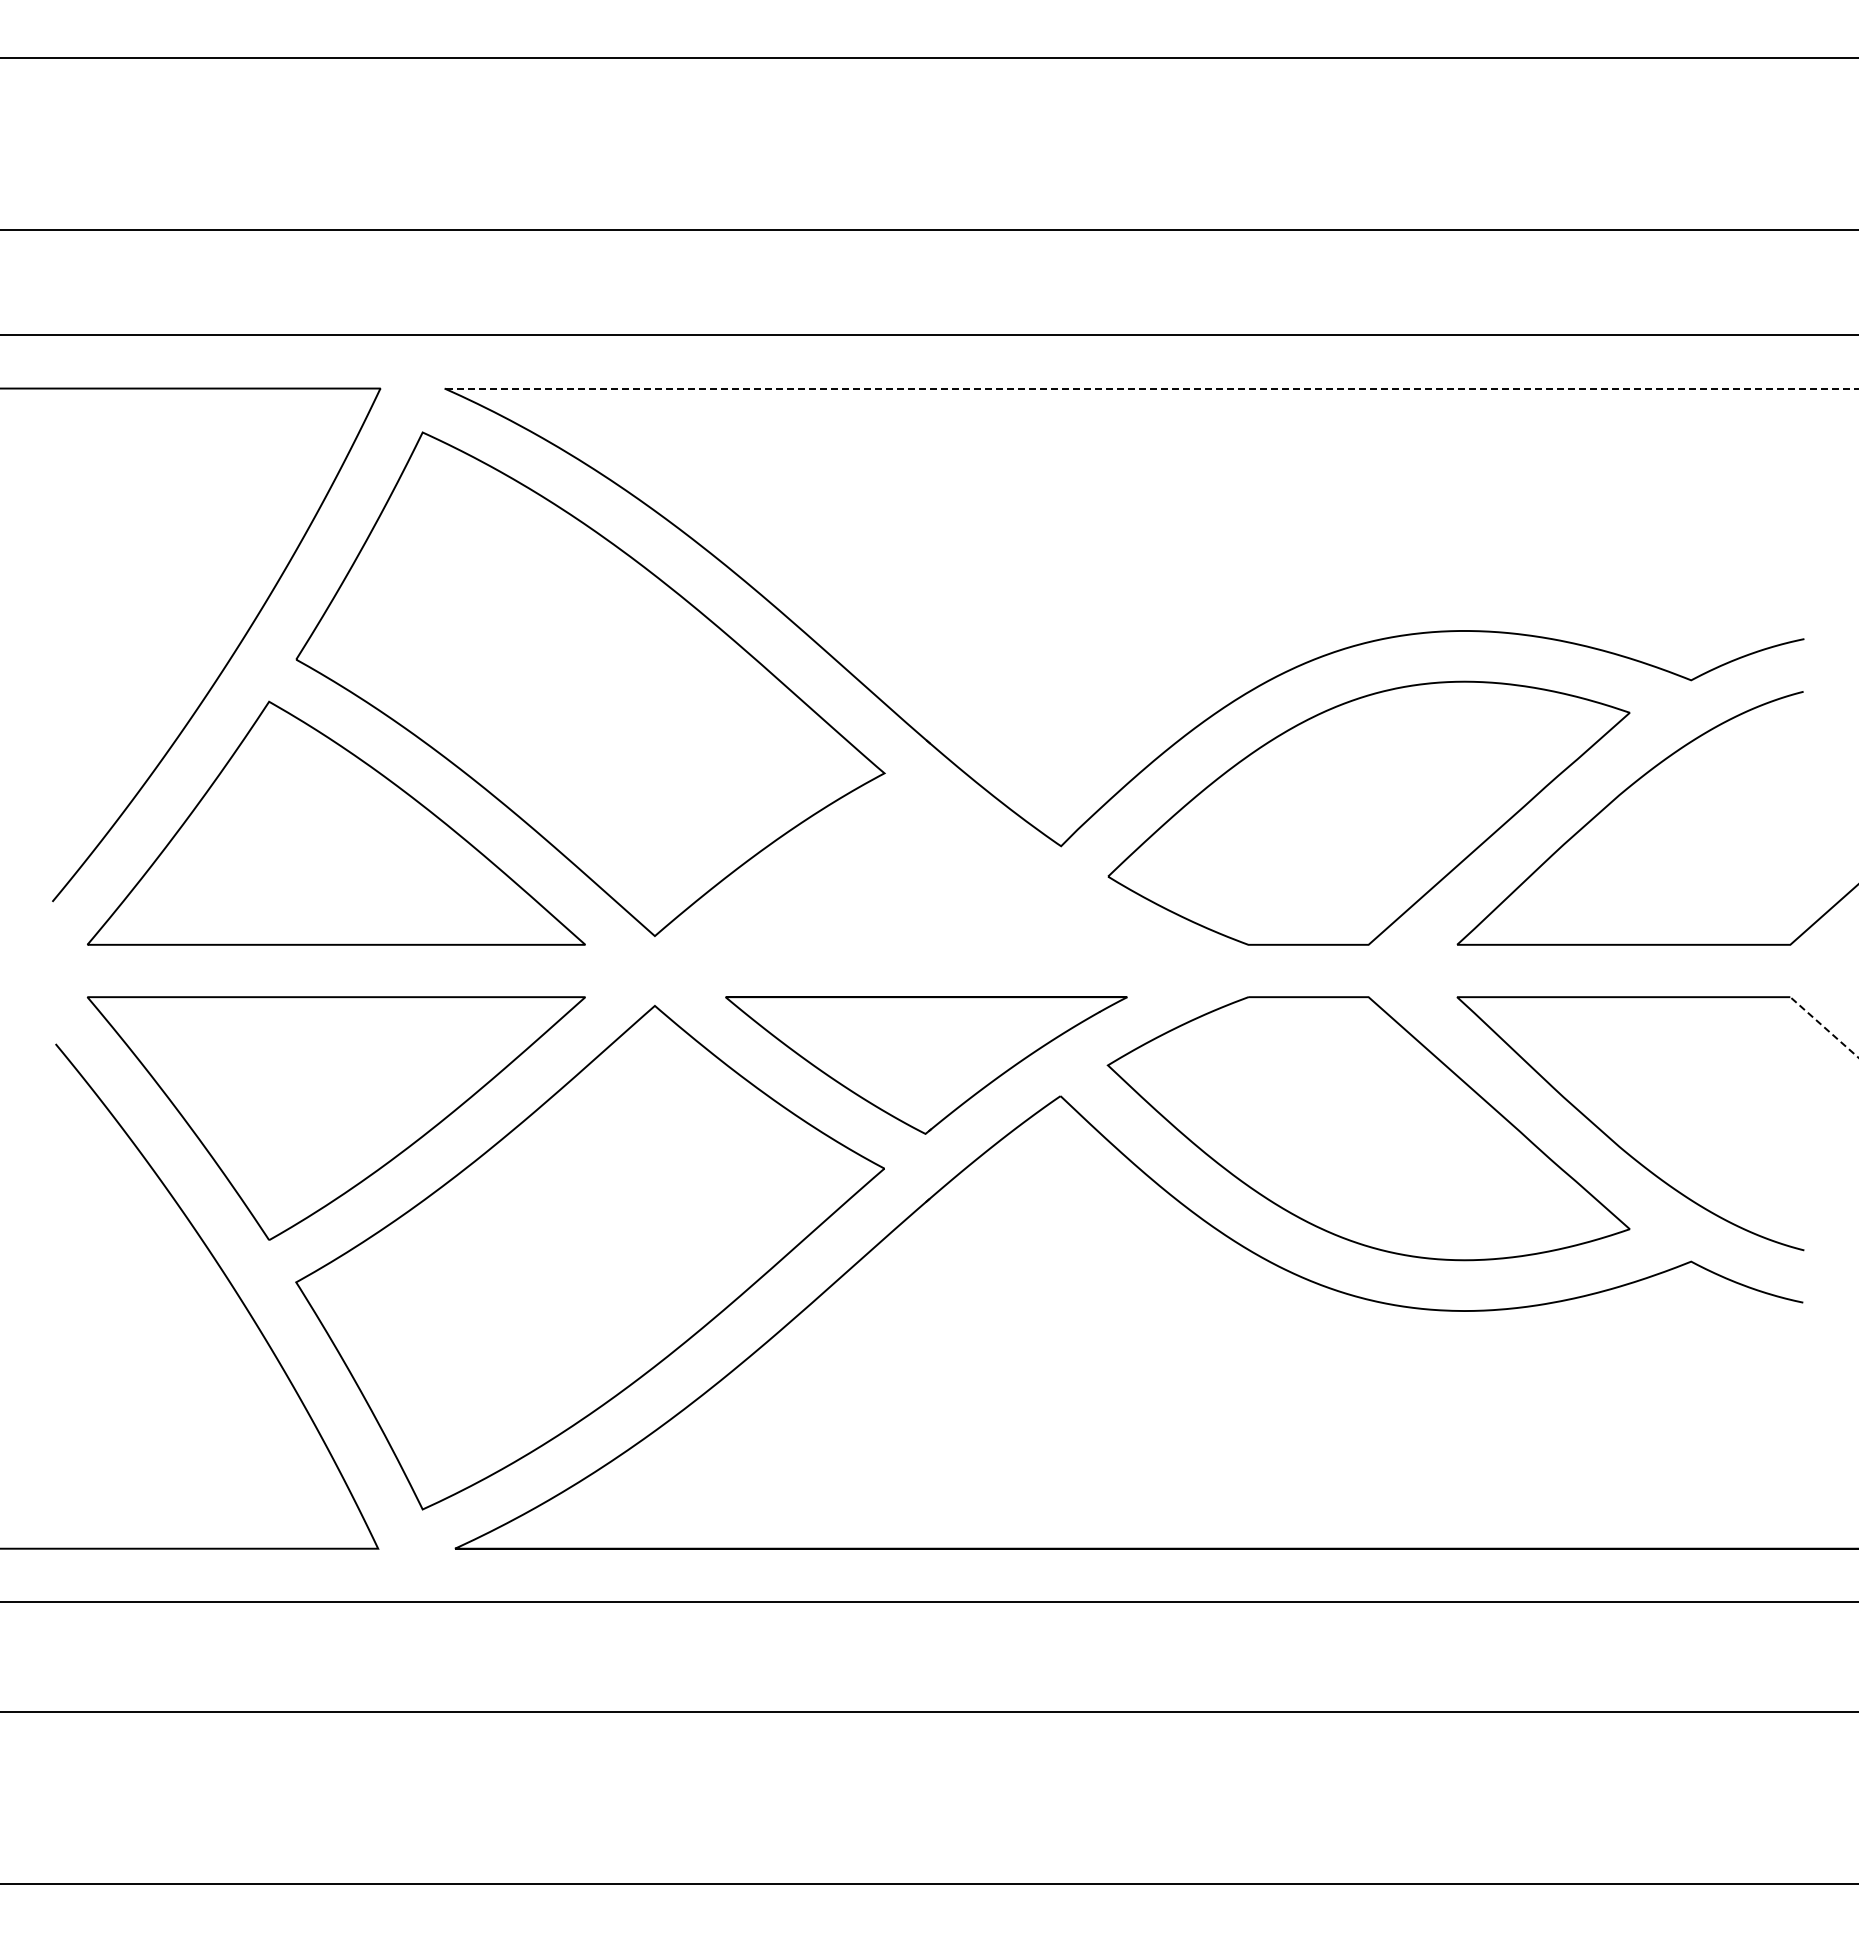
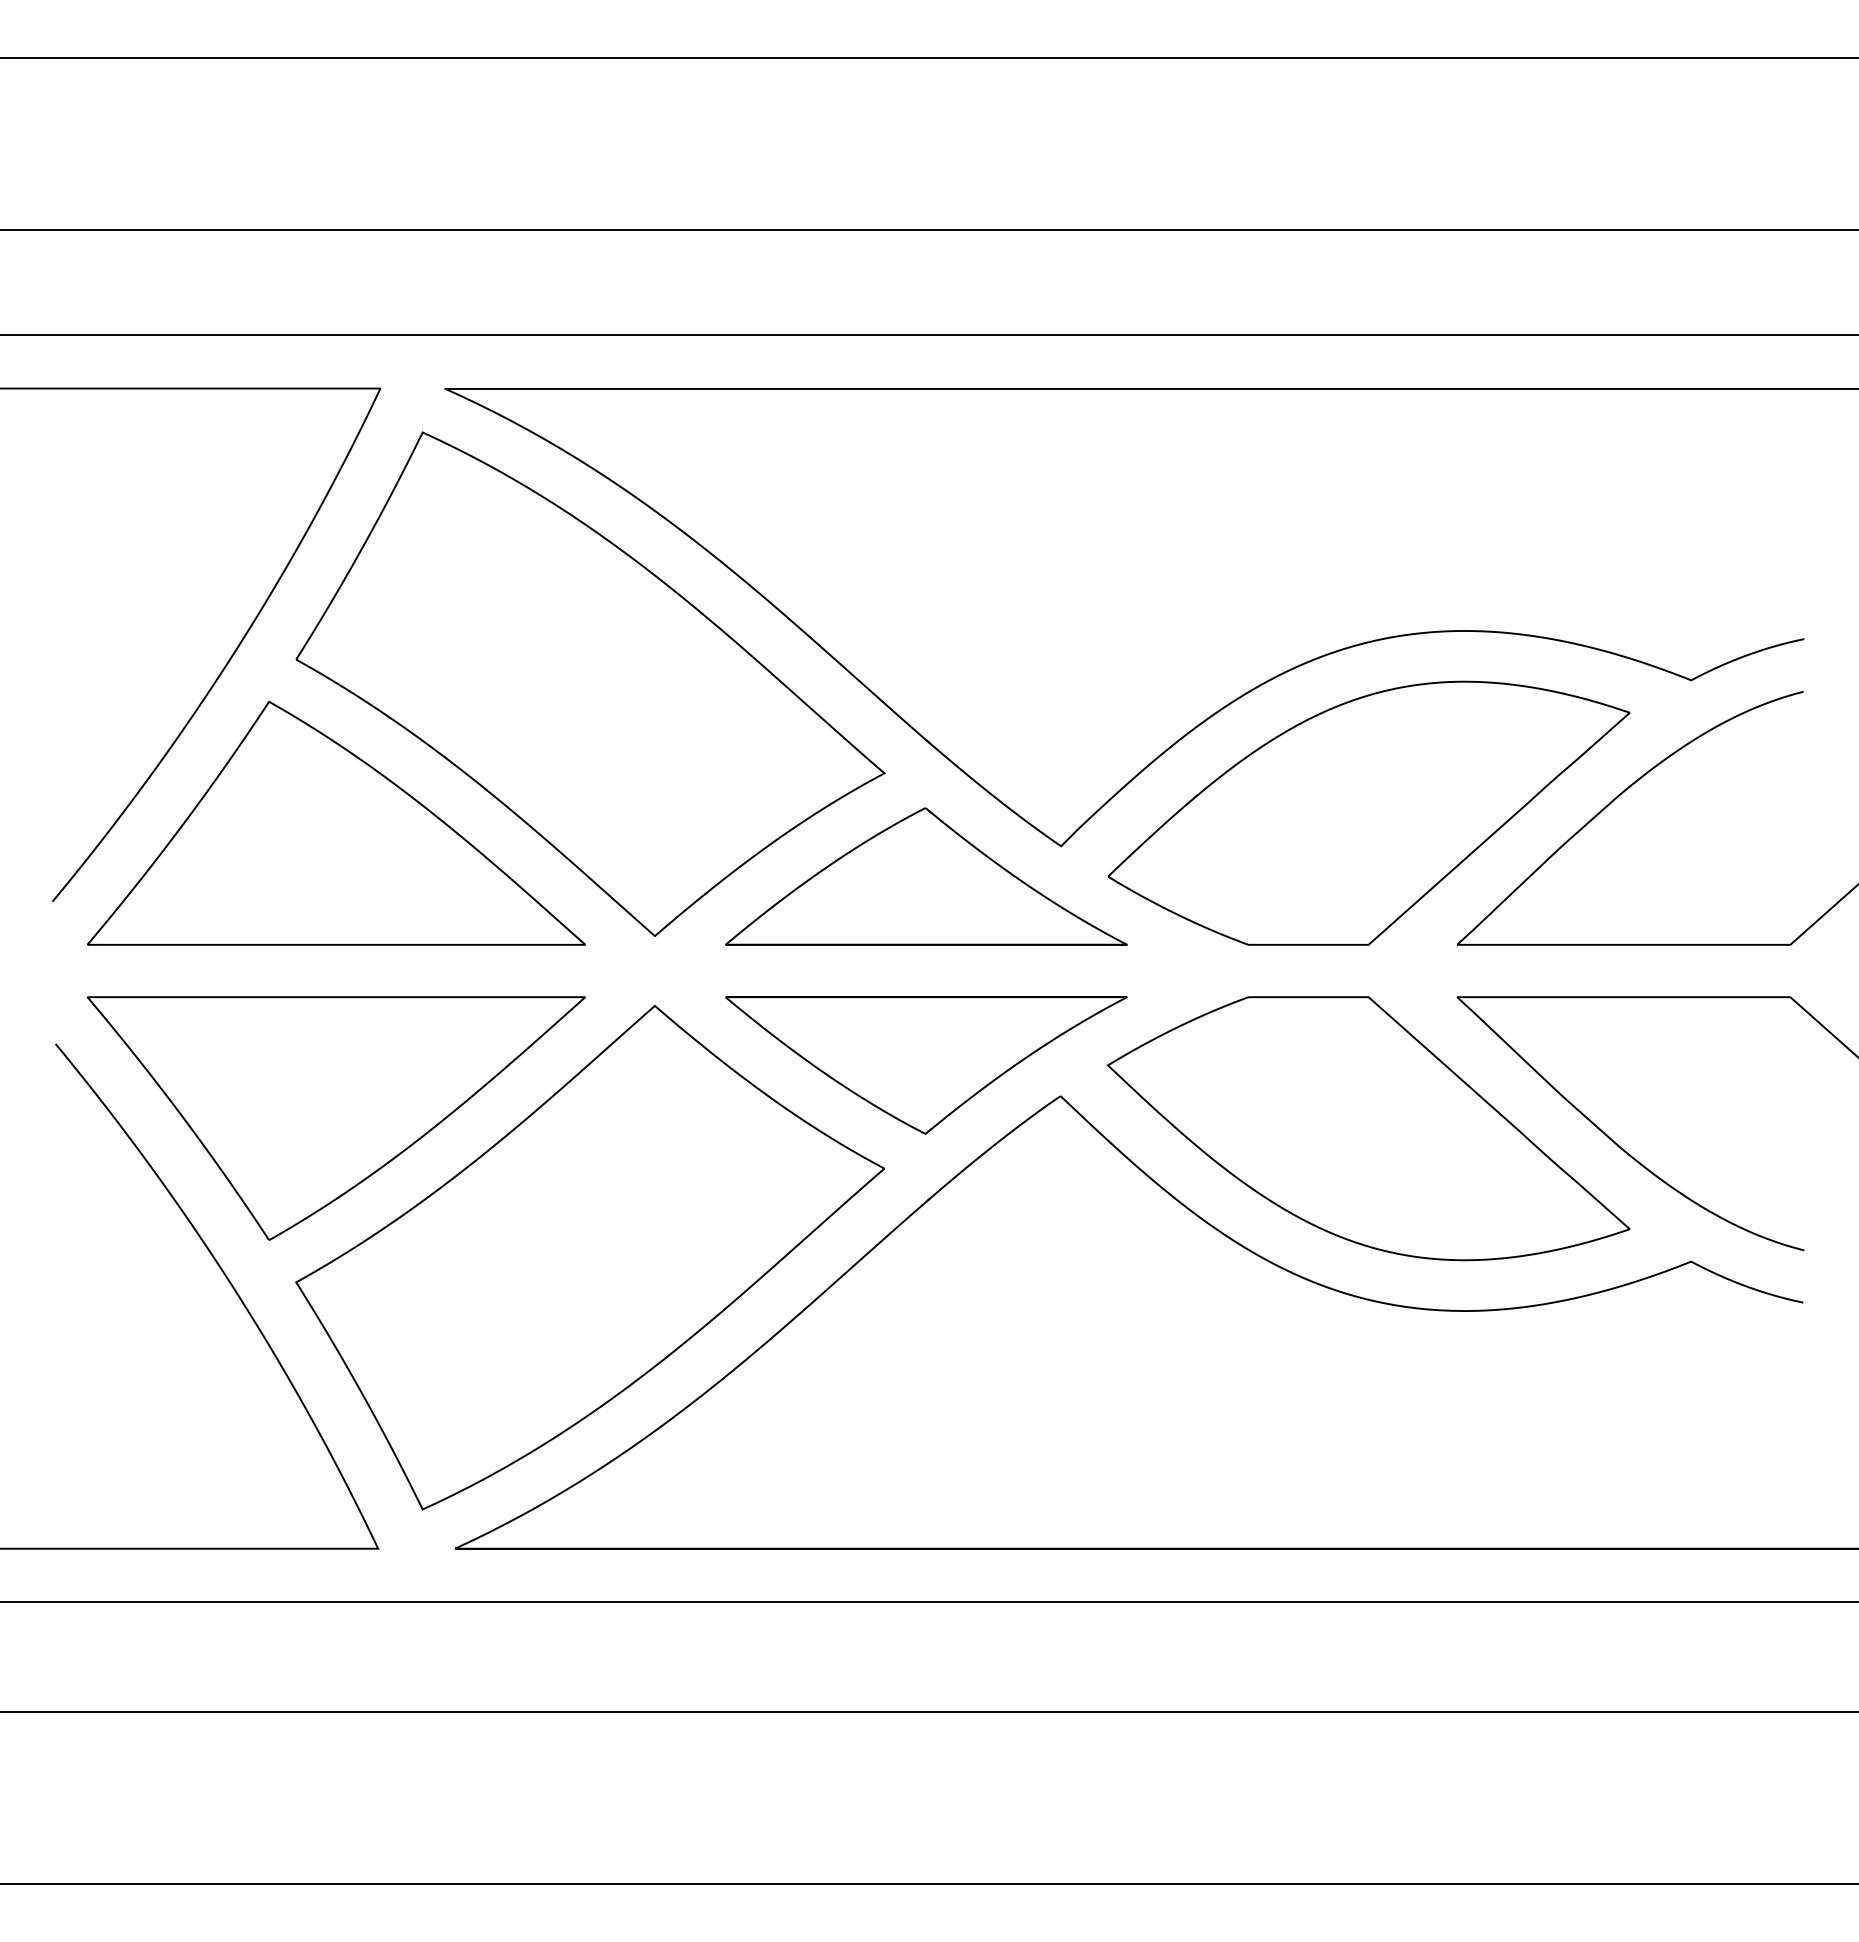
line at (1151, 388): dashed -> solid
part at (926, 876): none -> present
line at (1823, 1027): dashed -> solid
